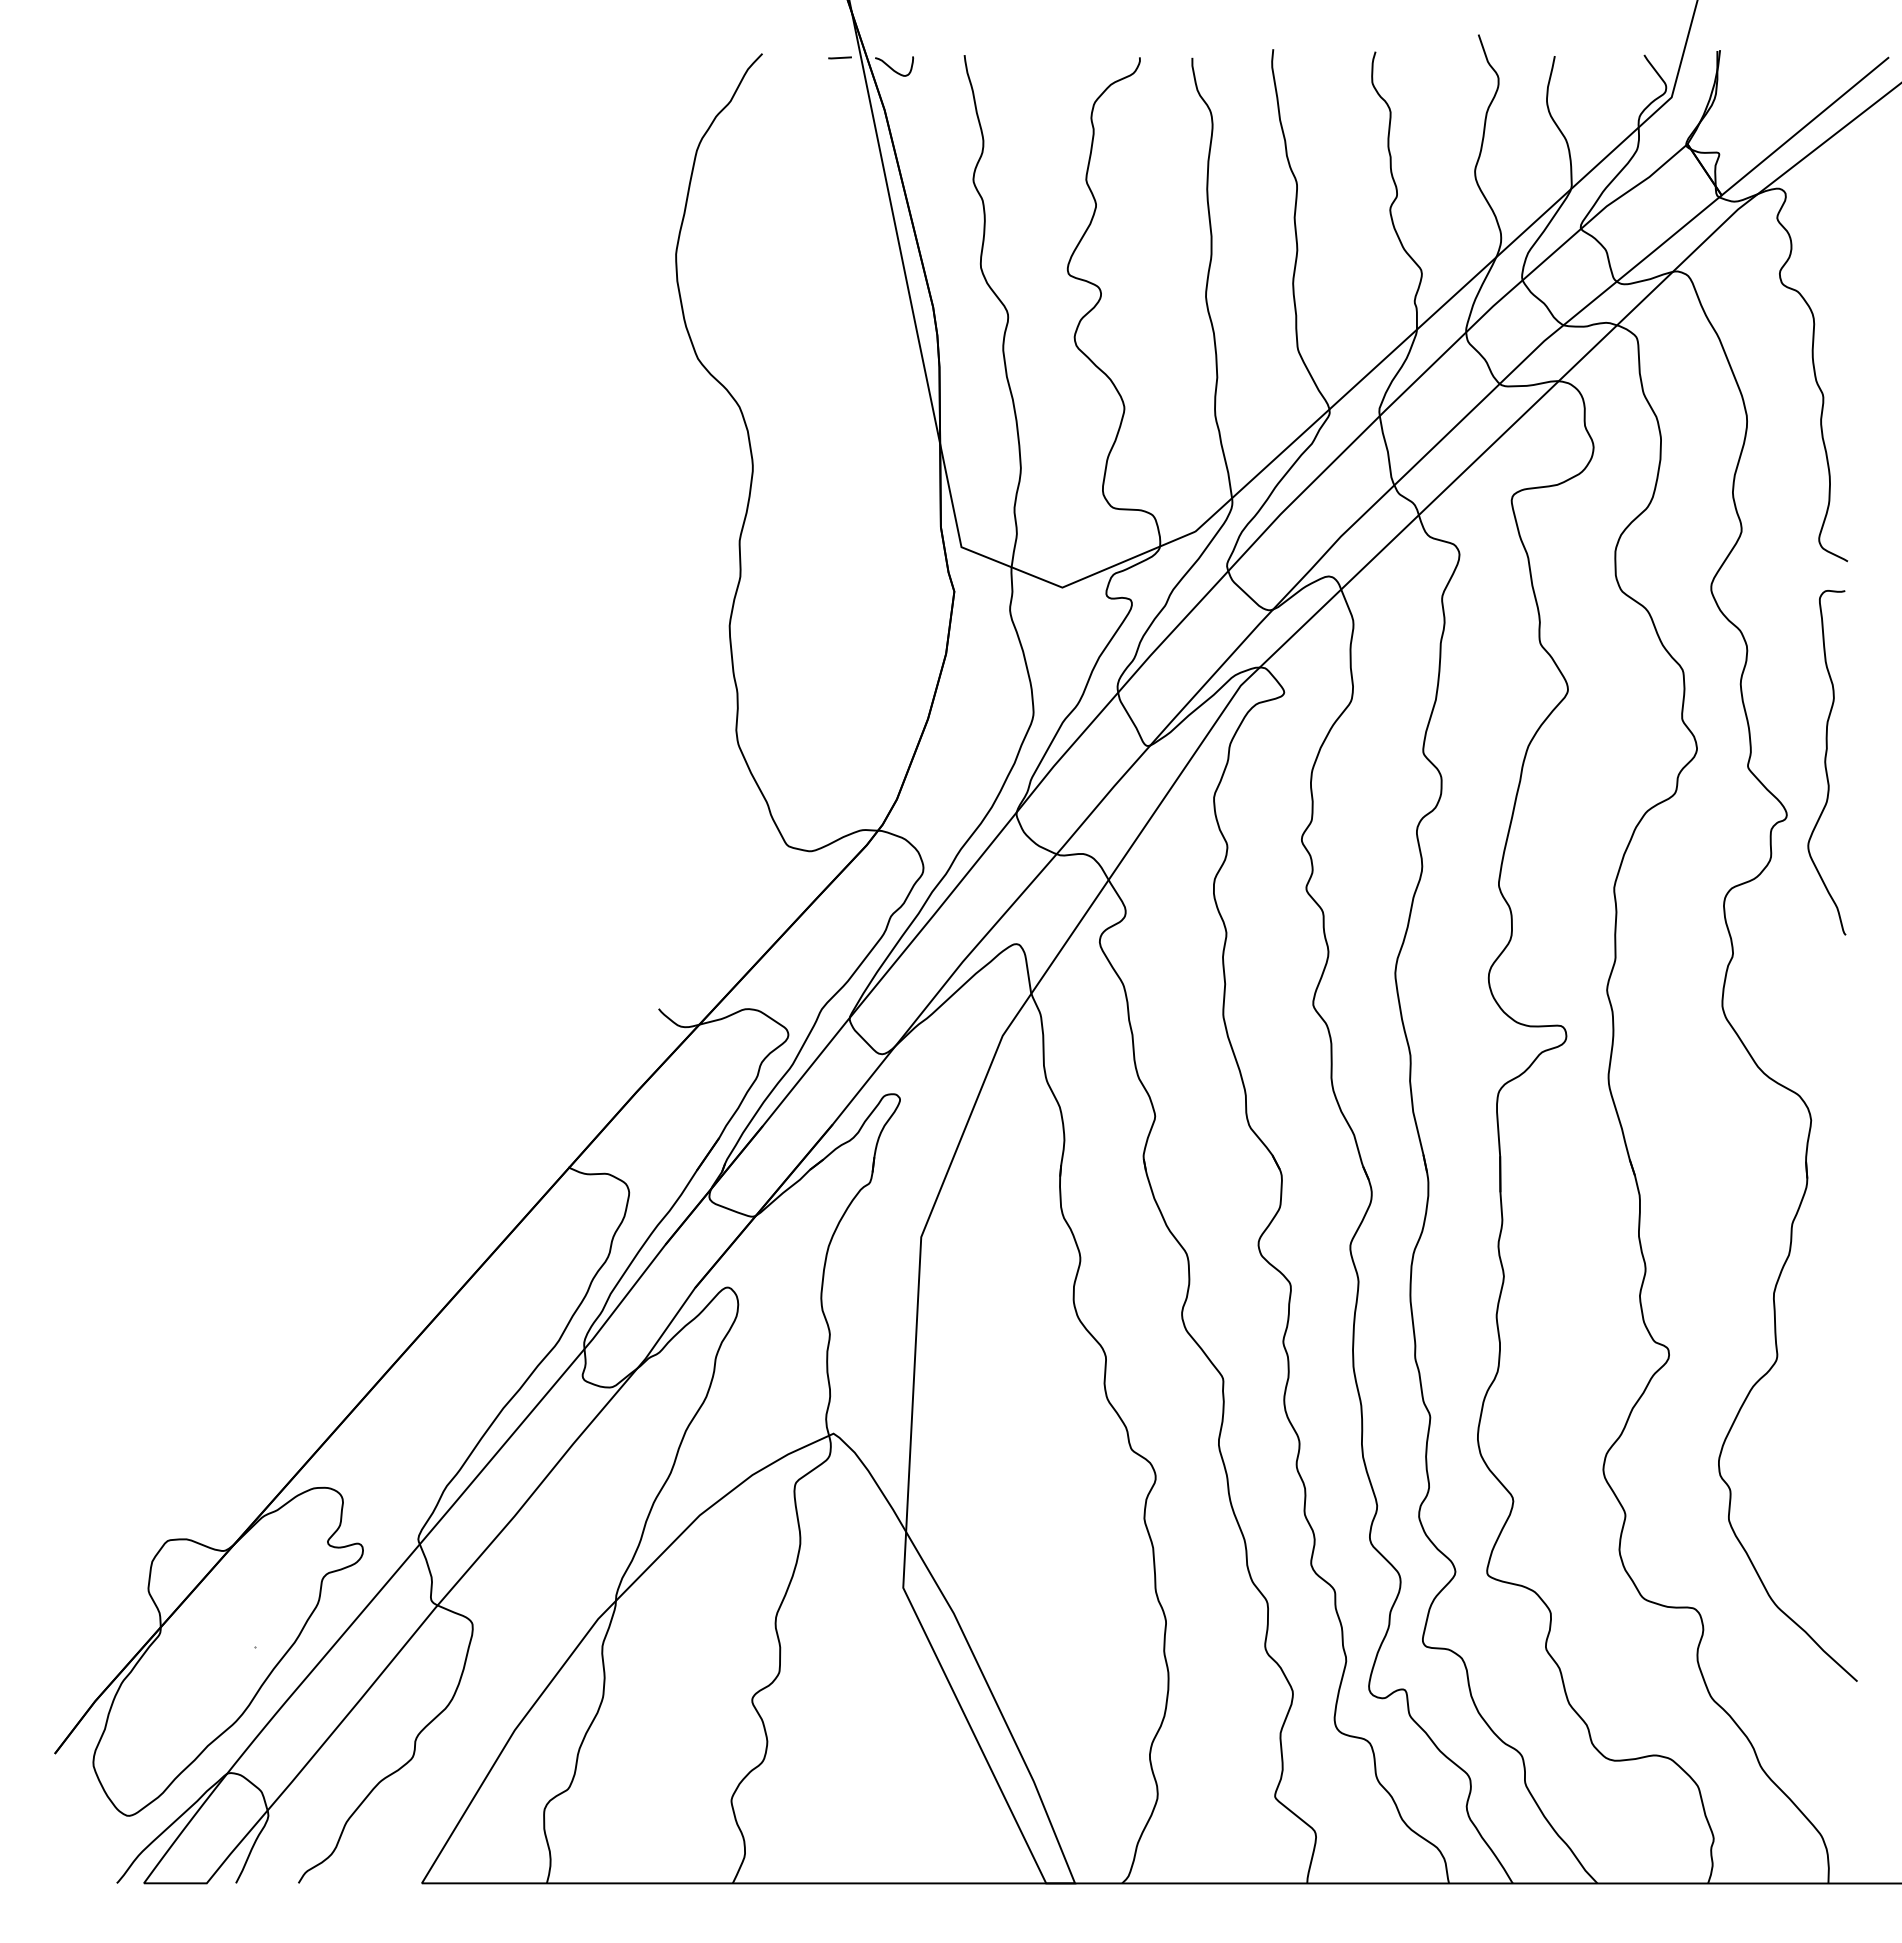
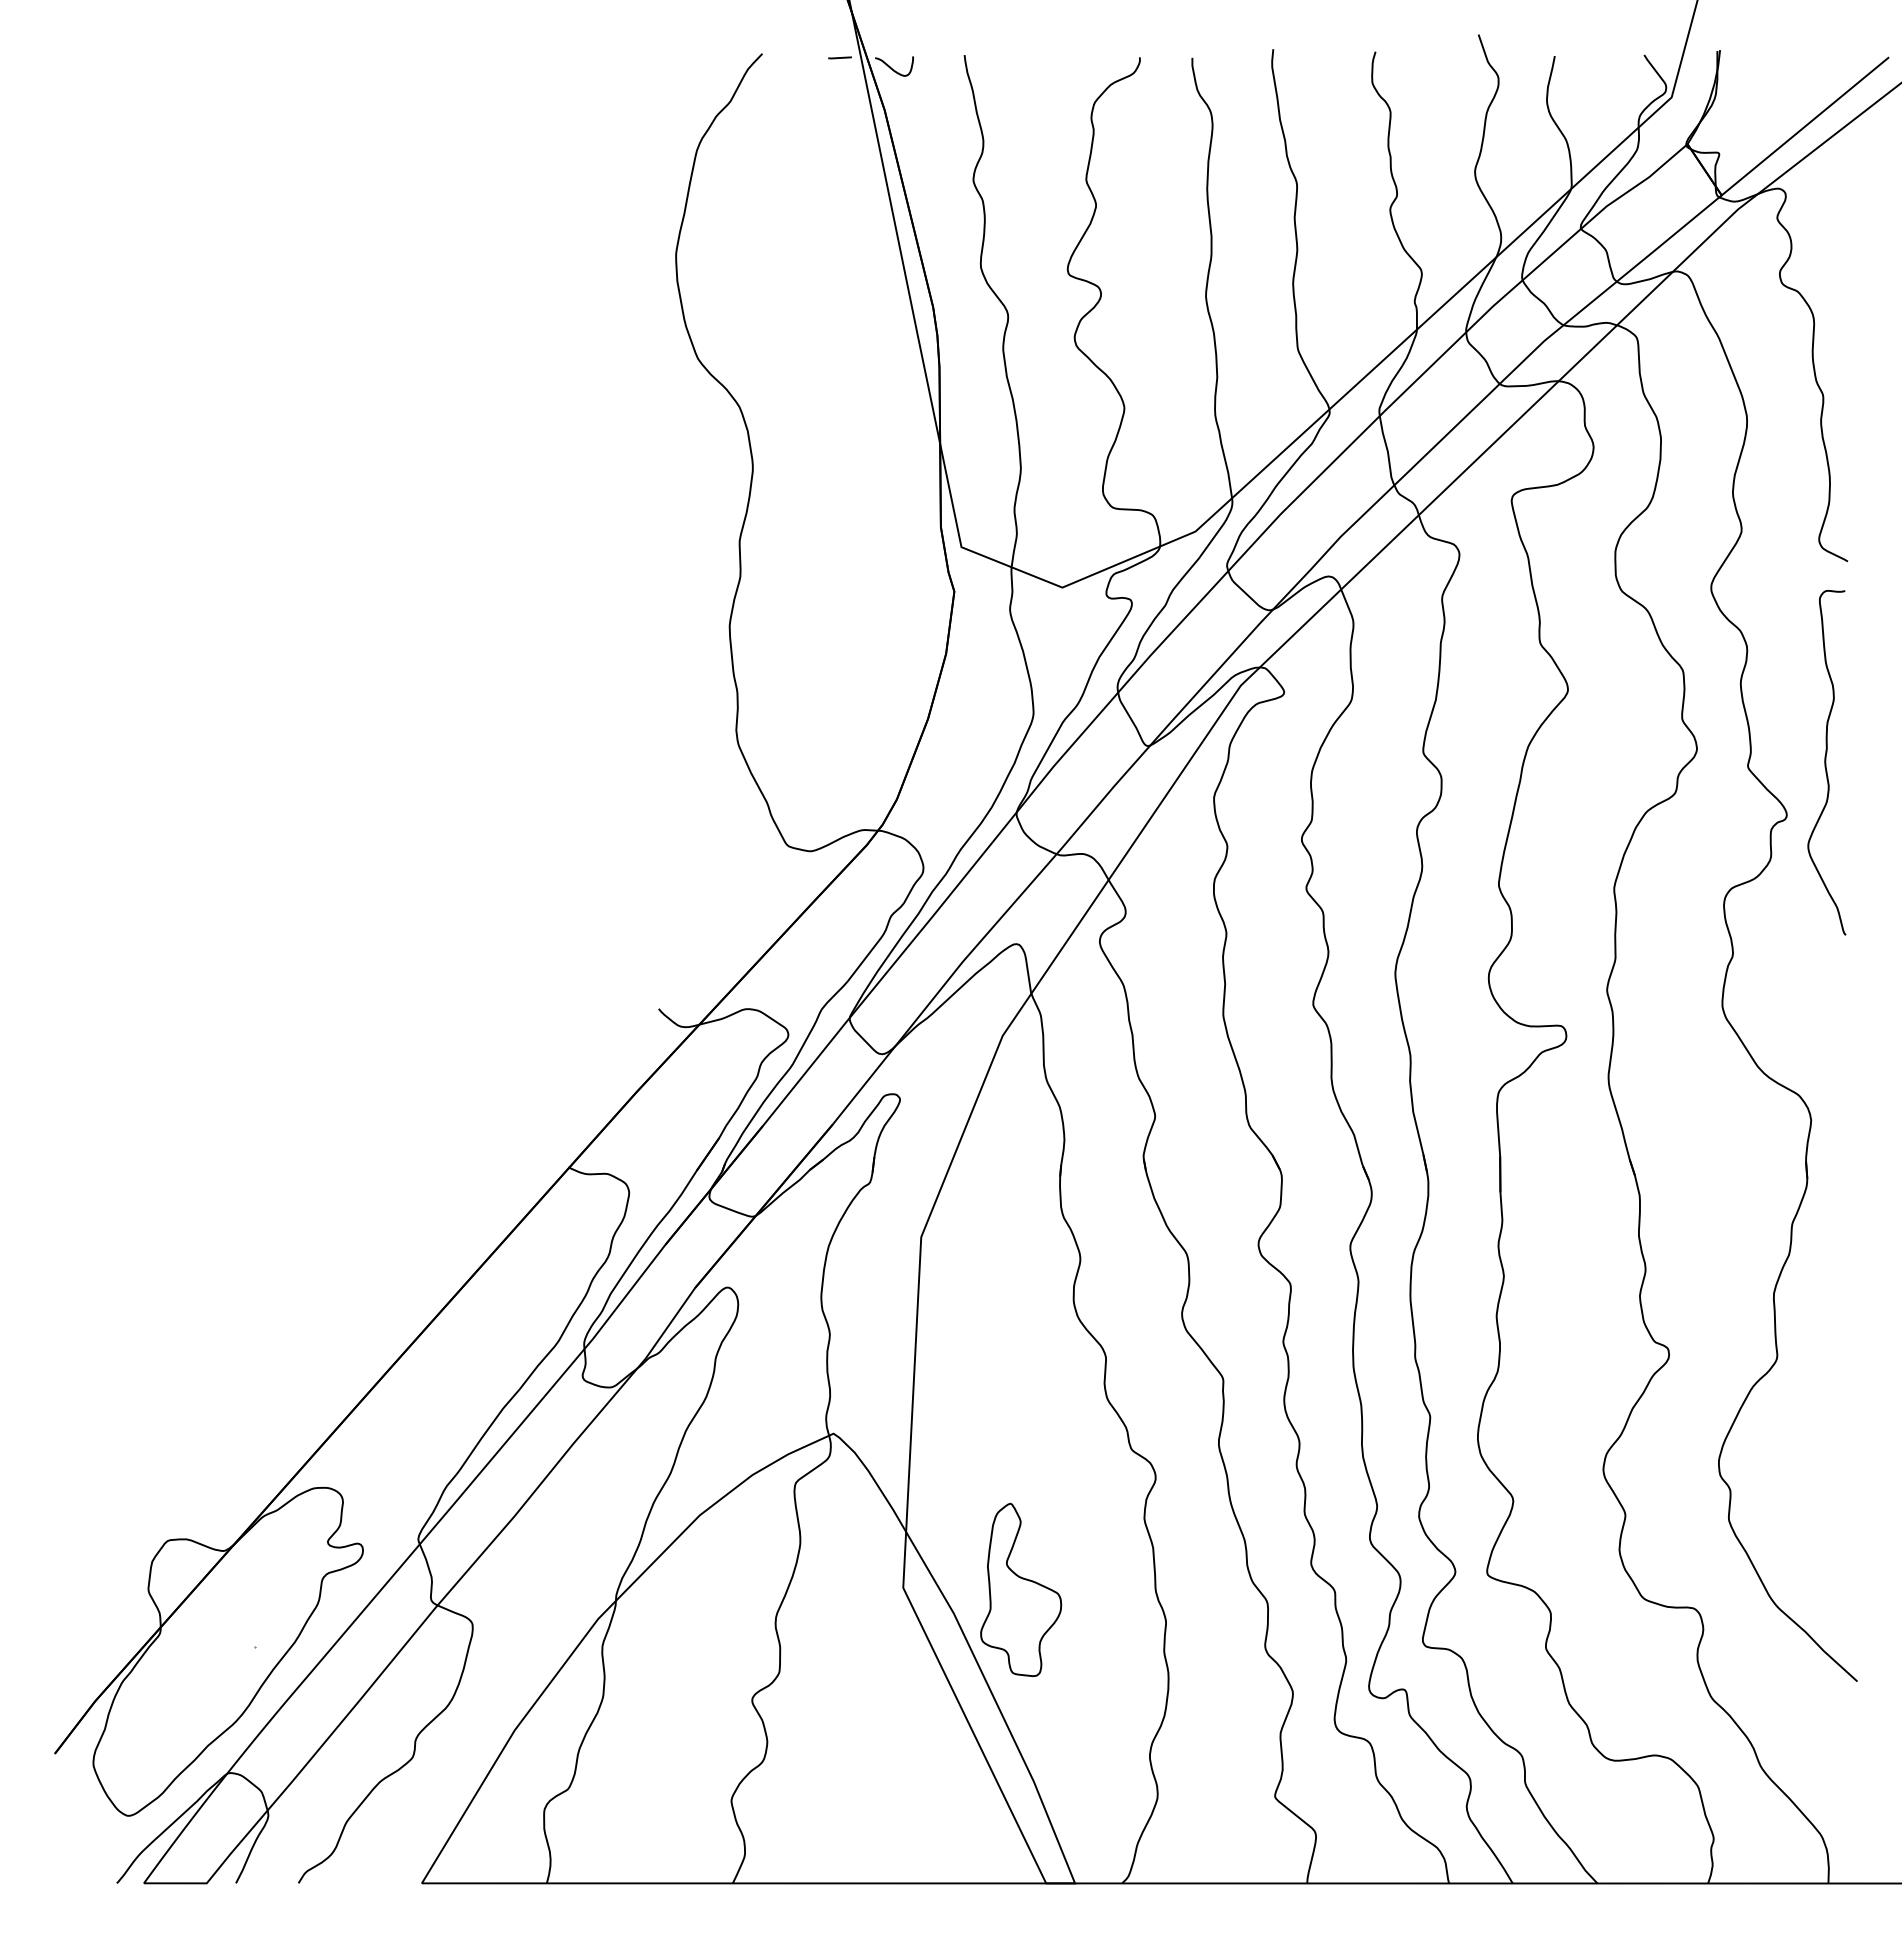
part at (1021, 1589): none -> present
